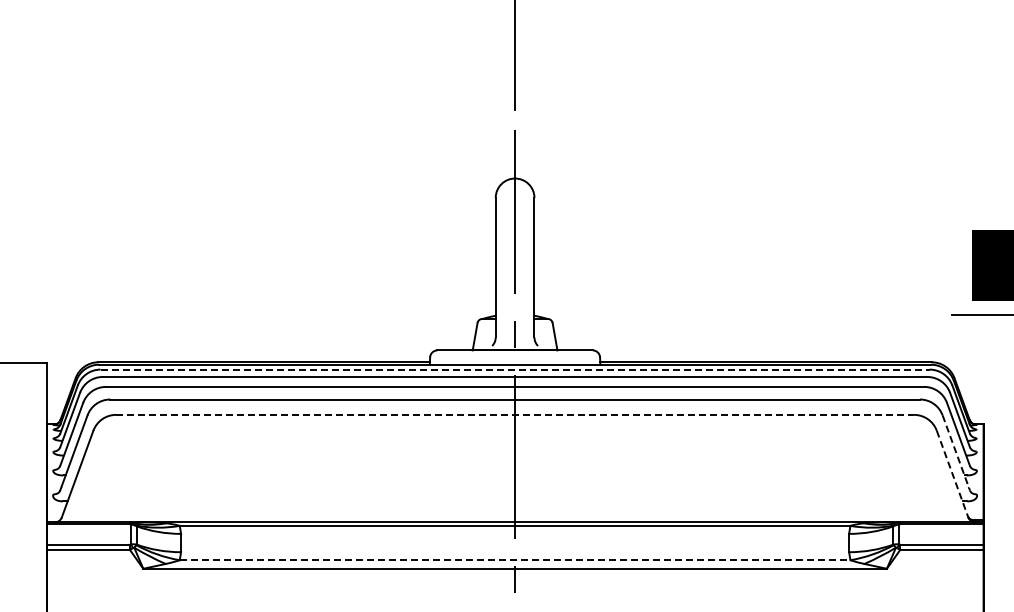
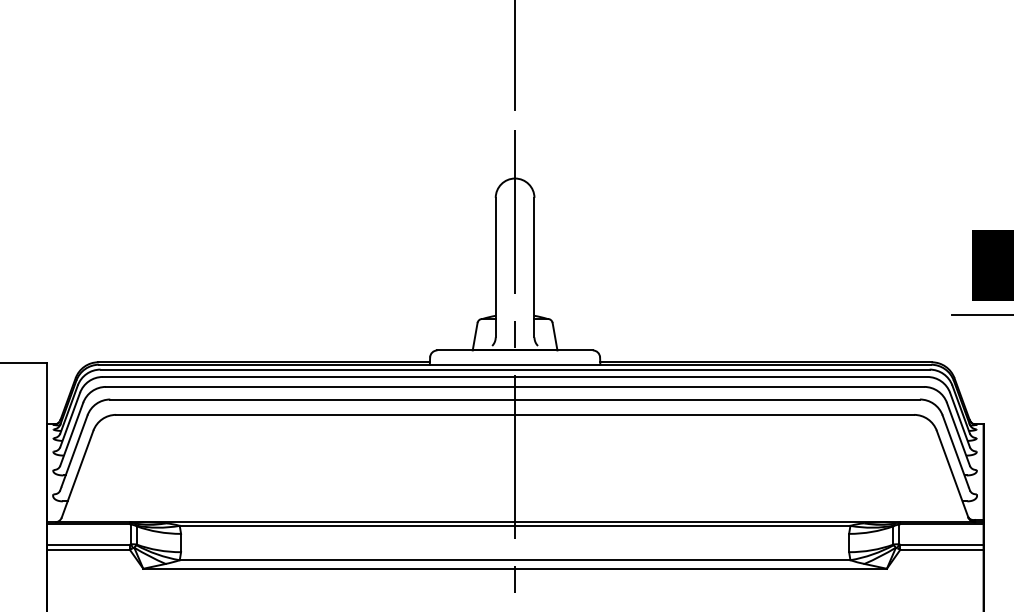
line at (515, 369): dashed -> solid
line at (515, 414): dashed -> solid
line at (956, 452): dashed -> solid
line at (952, 474): dashed -> solid
line at (515, 560): dashed -> solid
